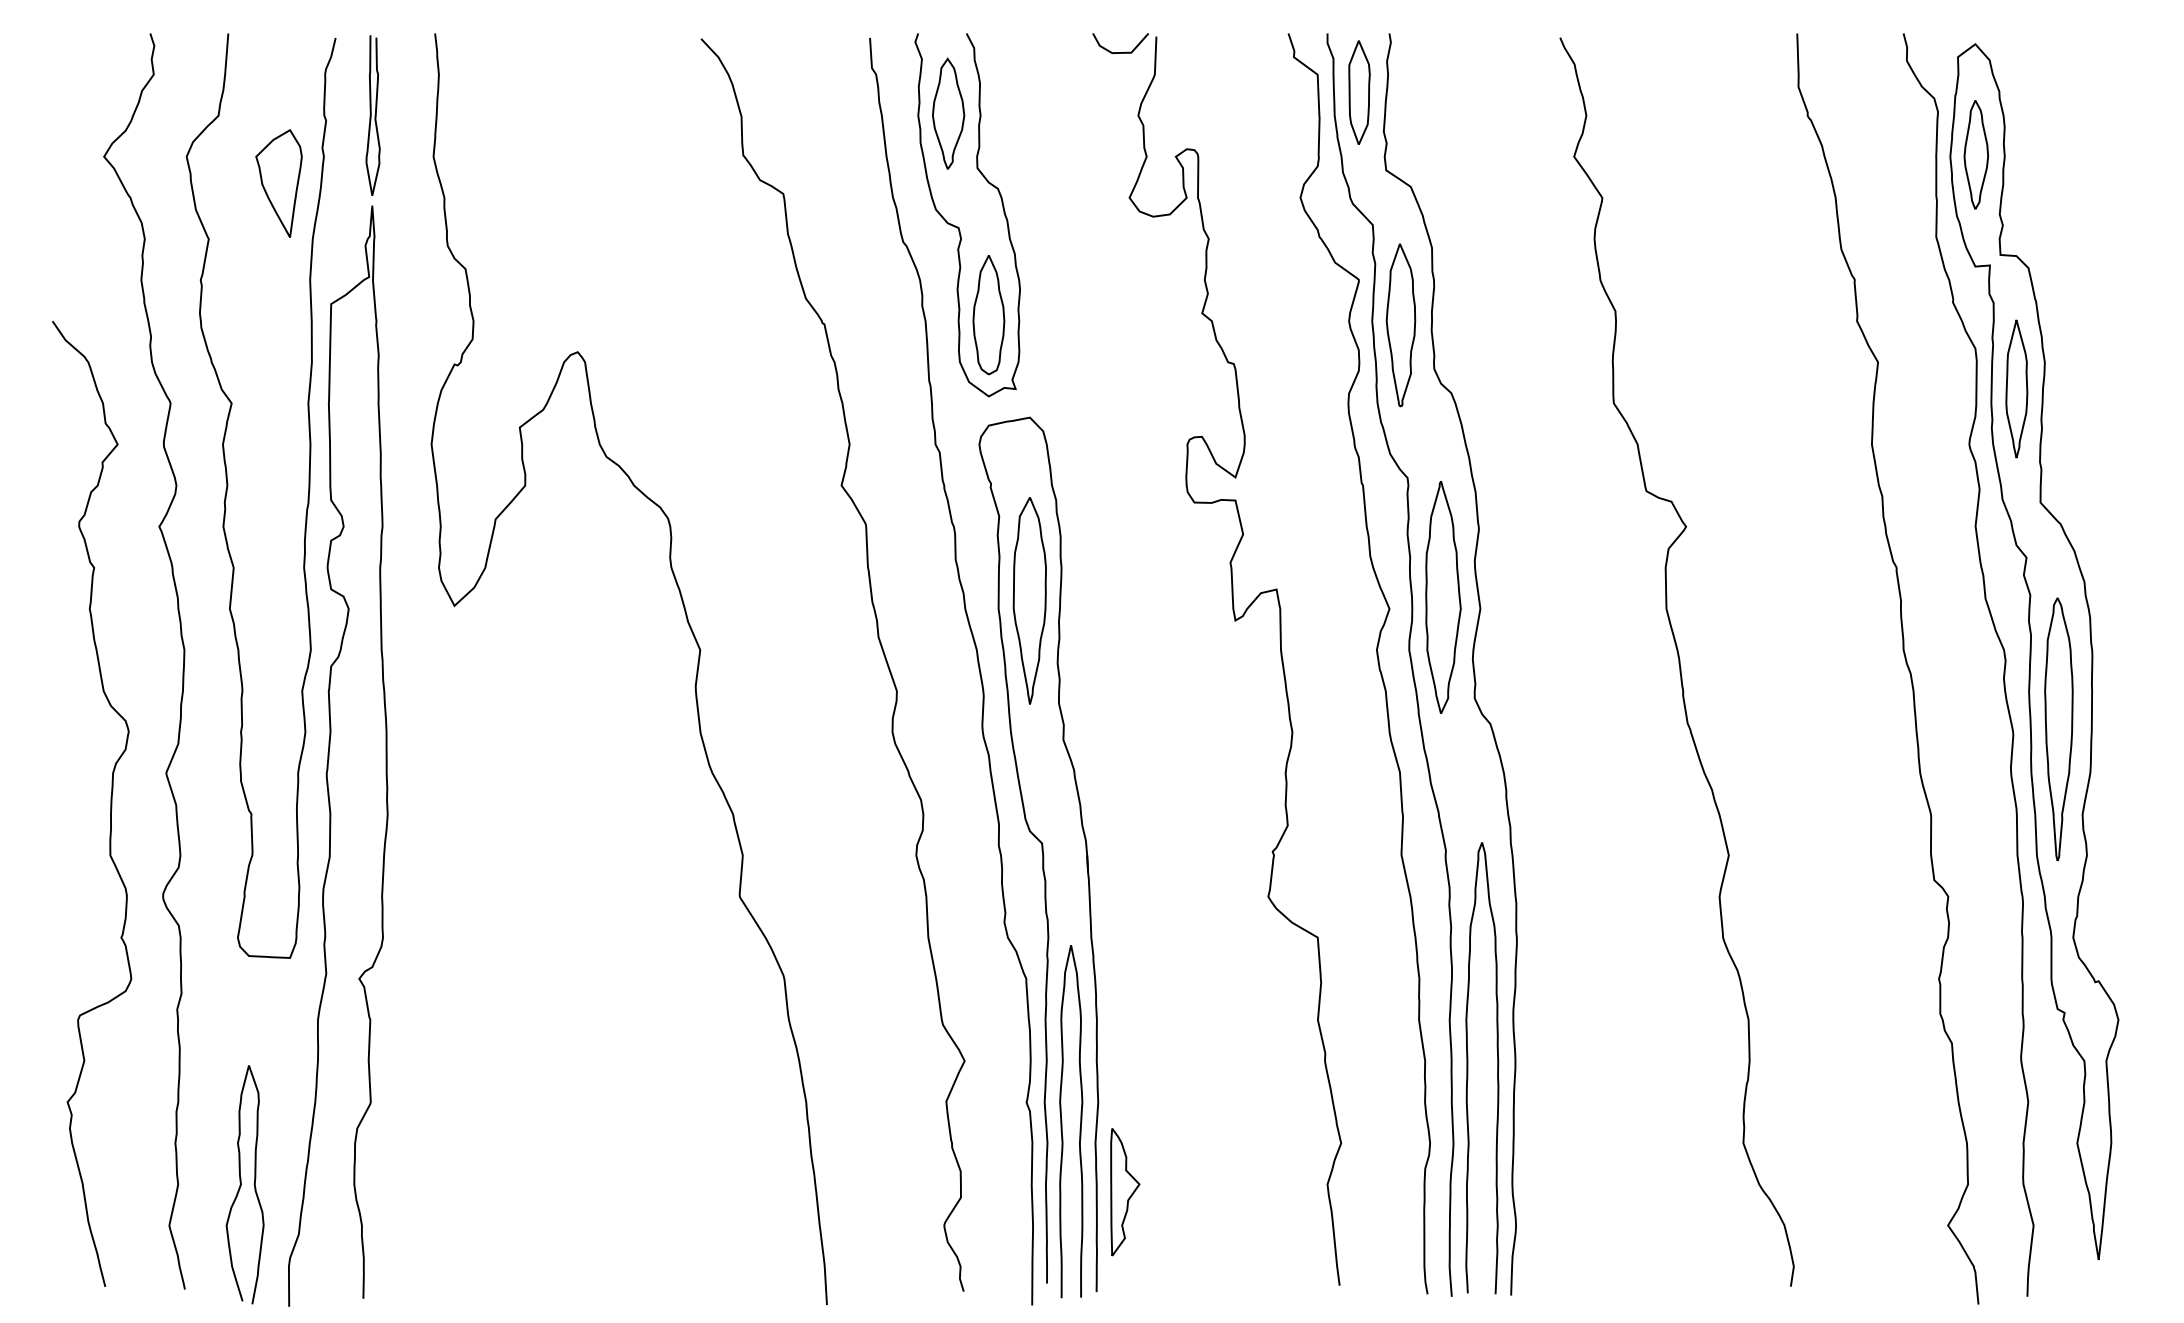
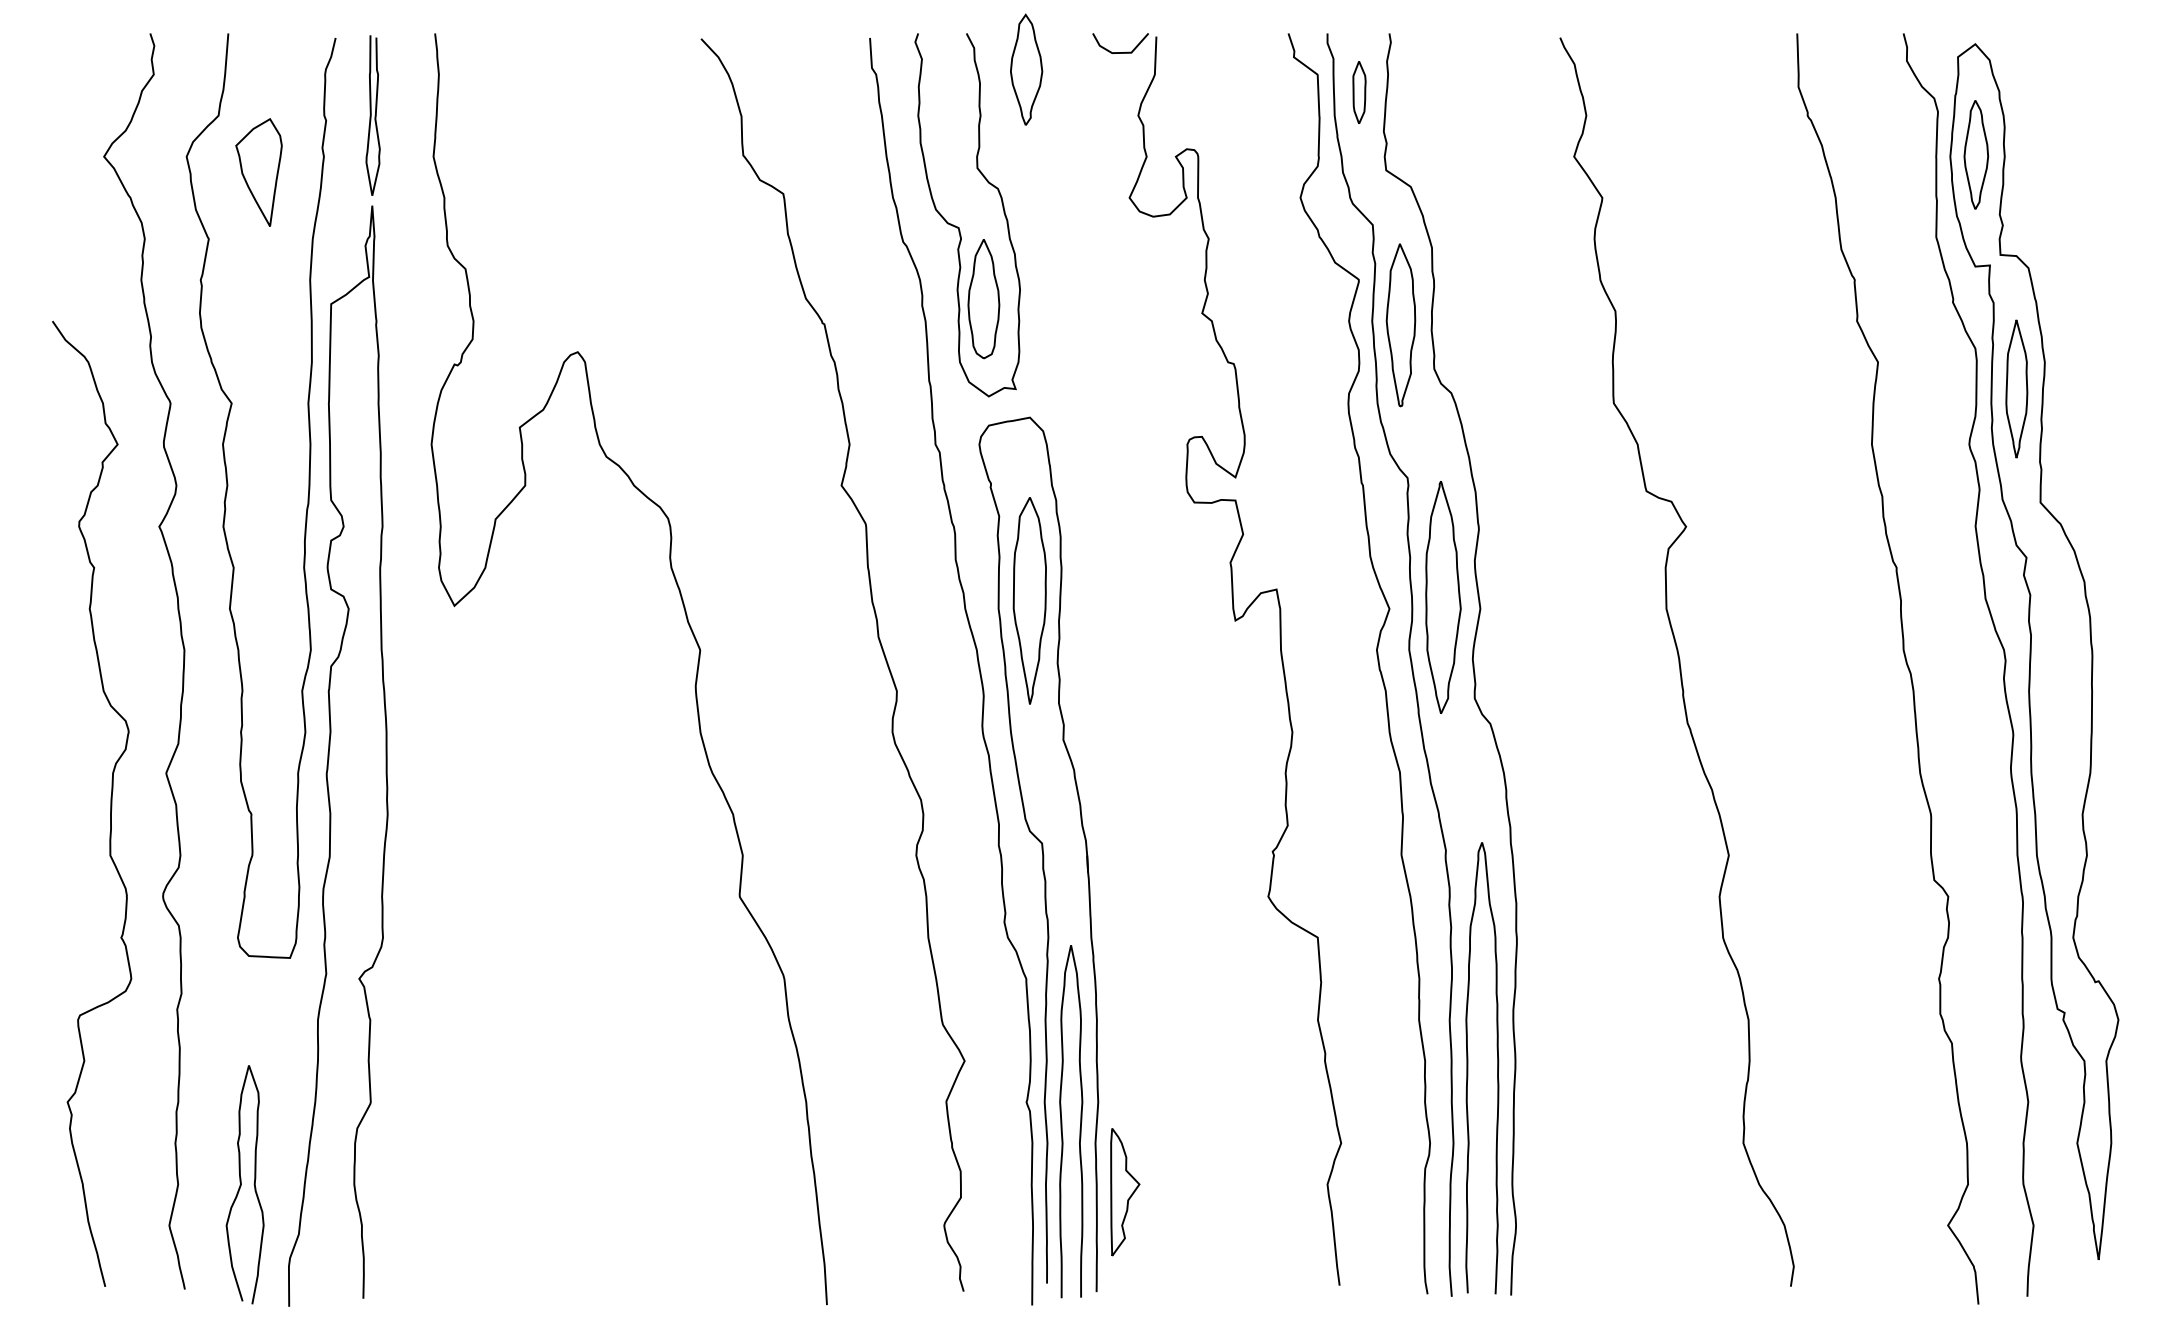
part at (1359, 92) size: 23x105 px -> 15x63 px
part at (948, 113) position: (948, 113) -> (1026, 69)
part at (278, 183) position: (278, 183) -> (258, 172)
part at (988, 315) position: (988, 315) -> (983, 299)
part at (2058, 729): present -> none
